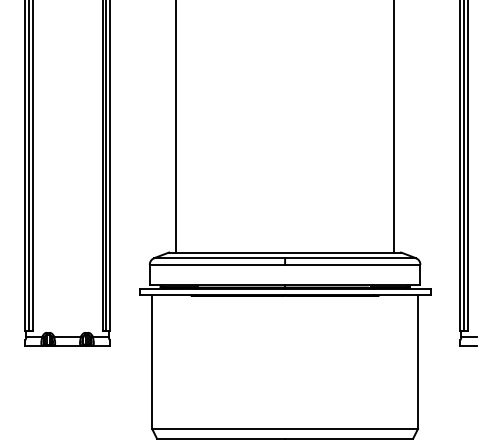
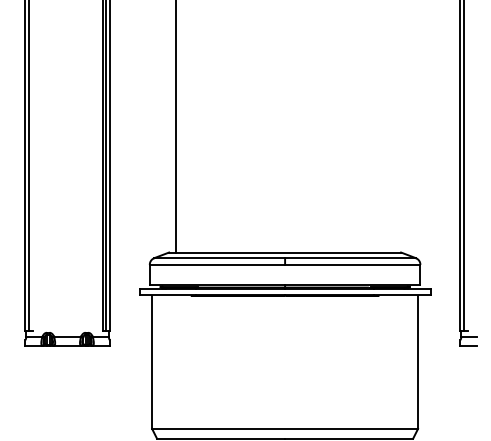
line at (393, 127): present -> none
line at (32, 166): present -> none
line at (467, 166): present -> none
